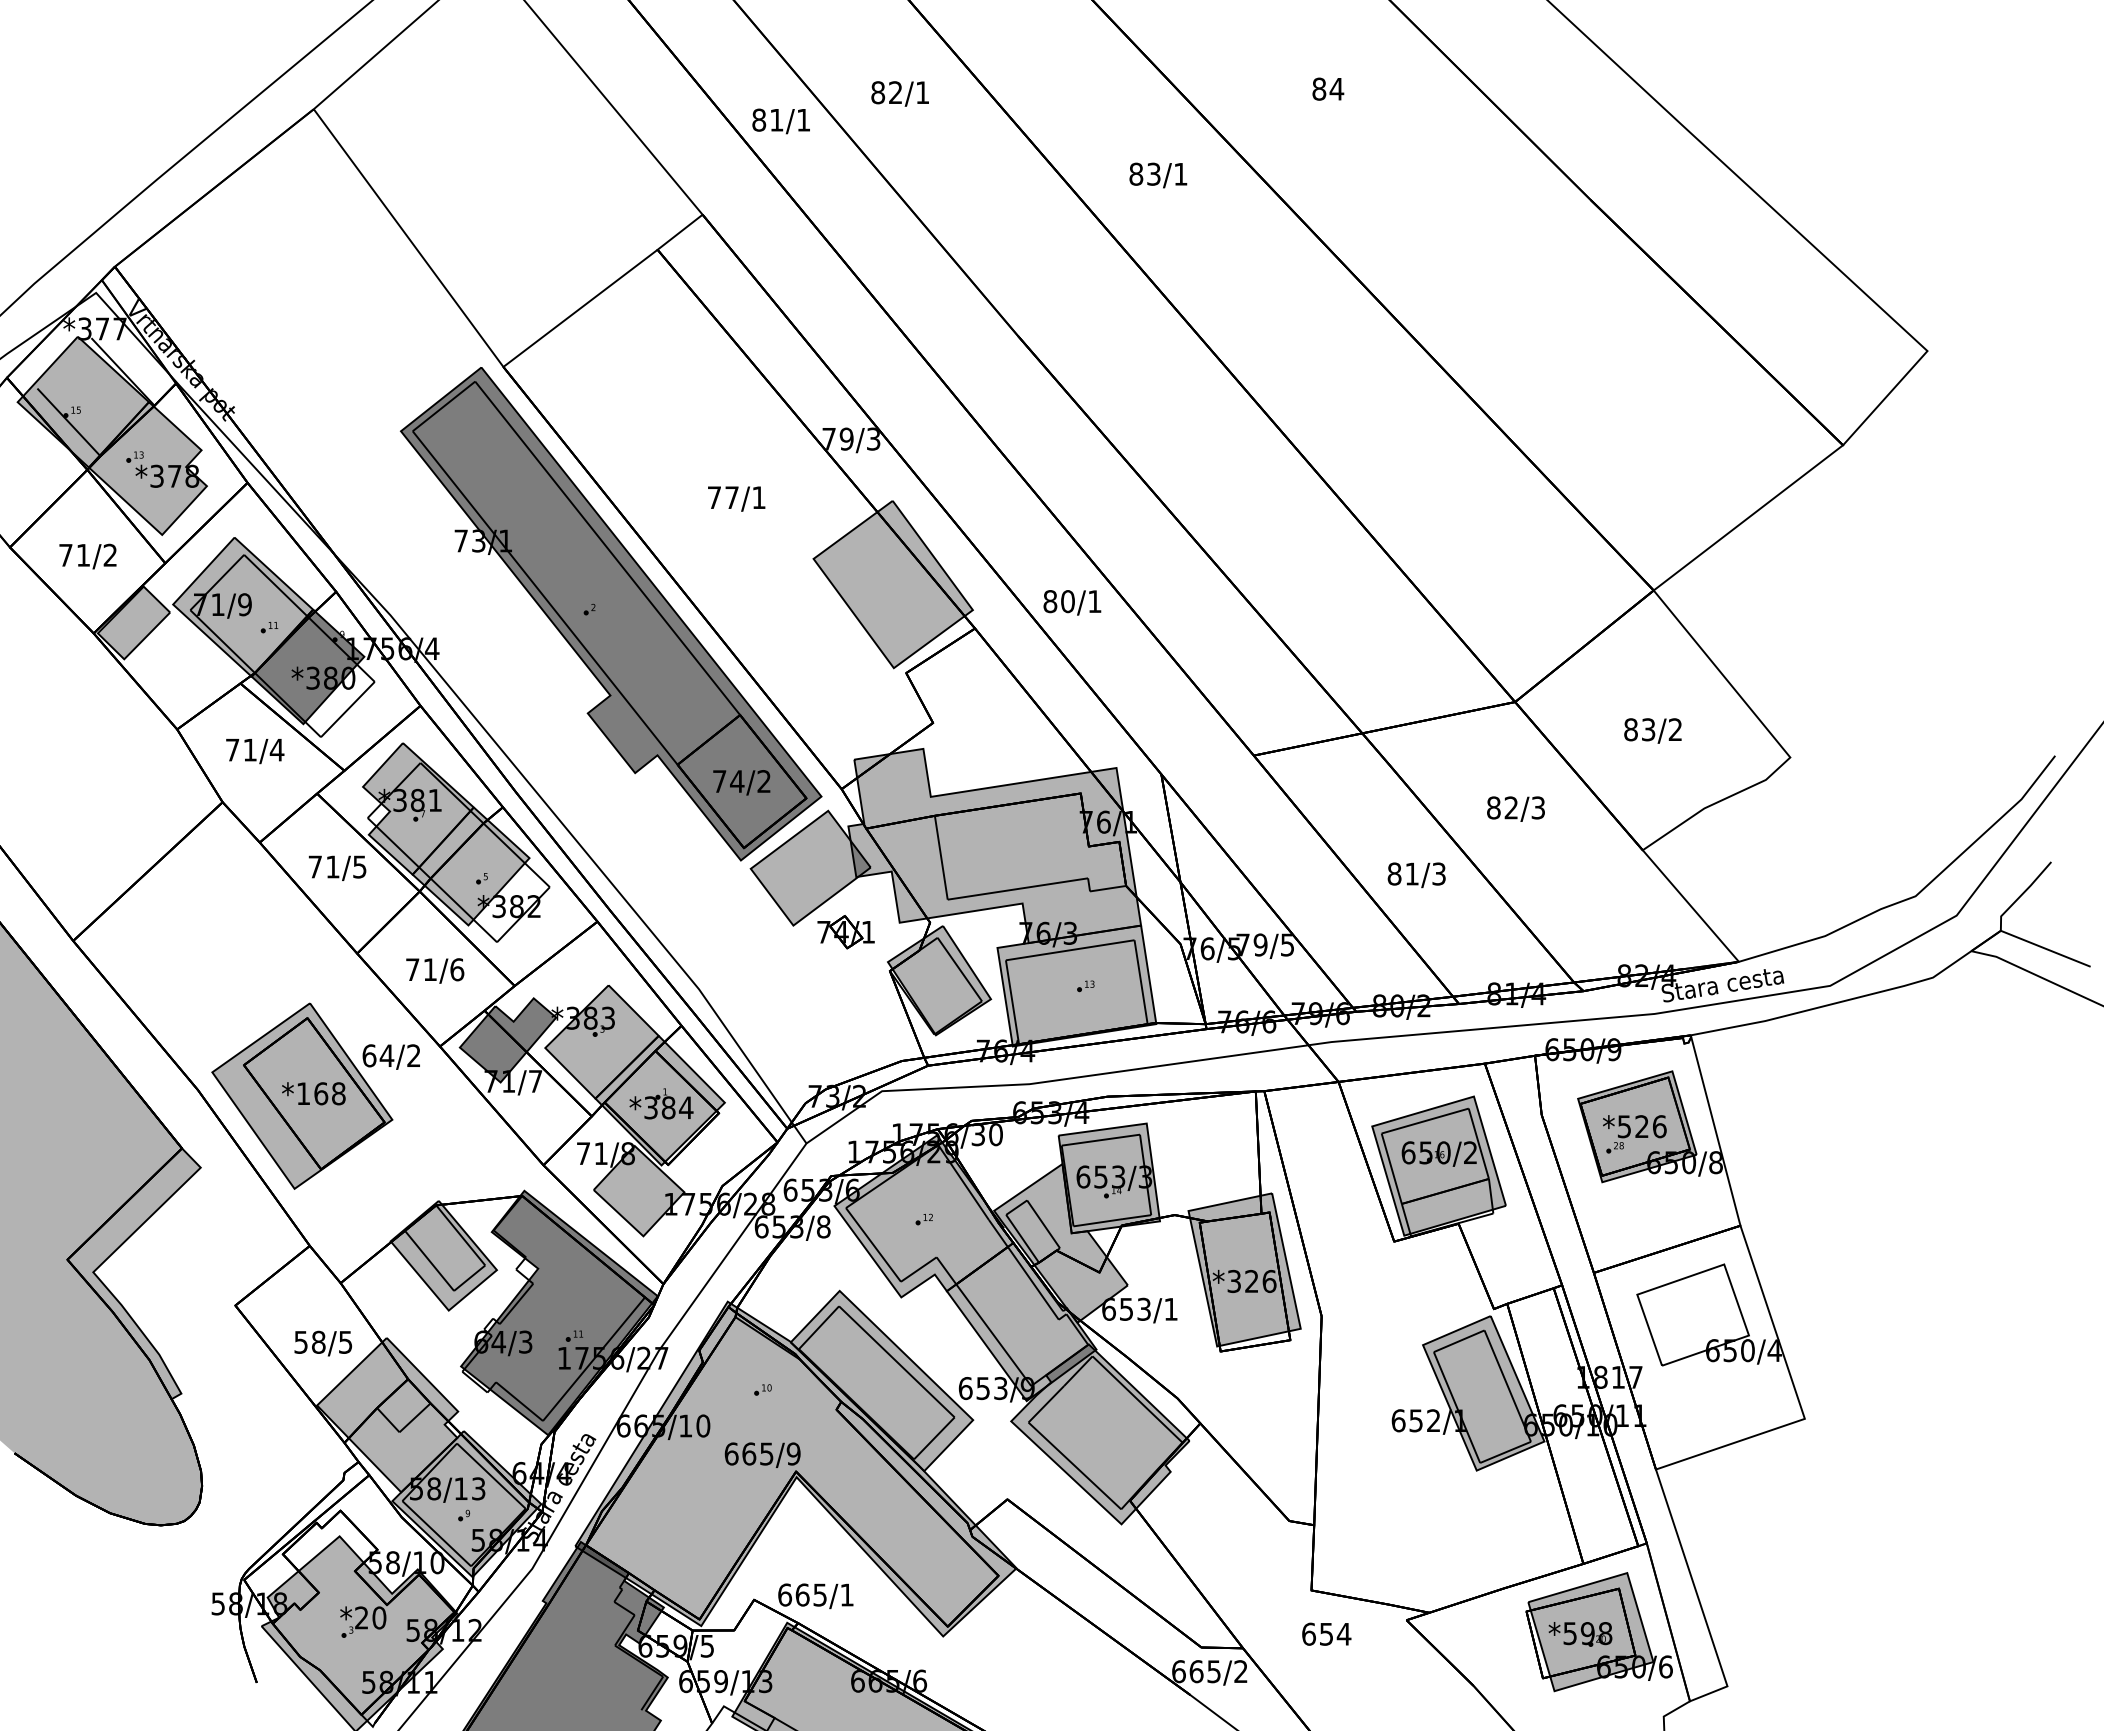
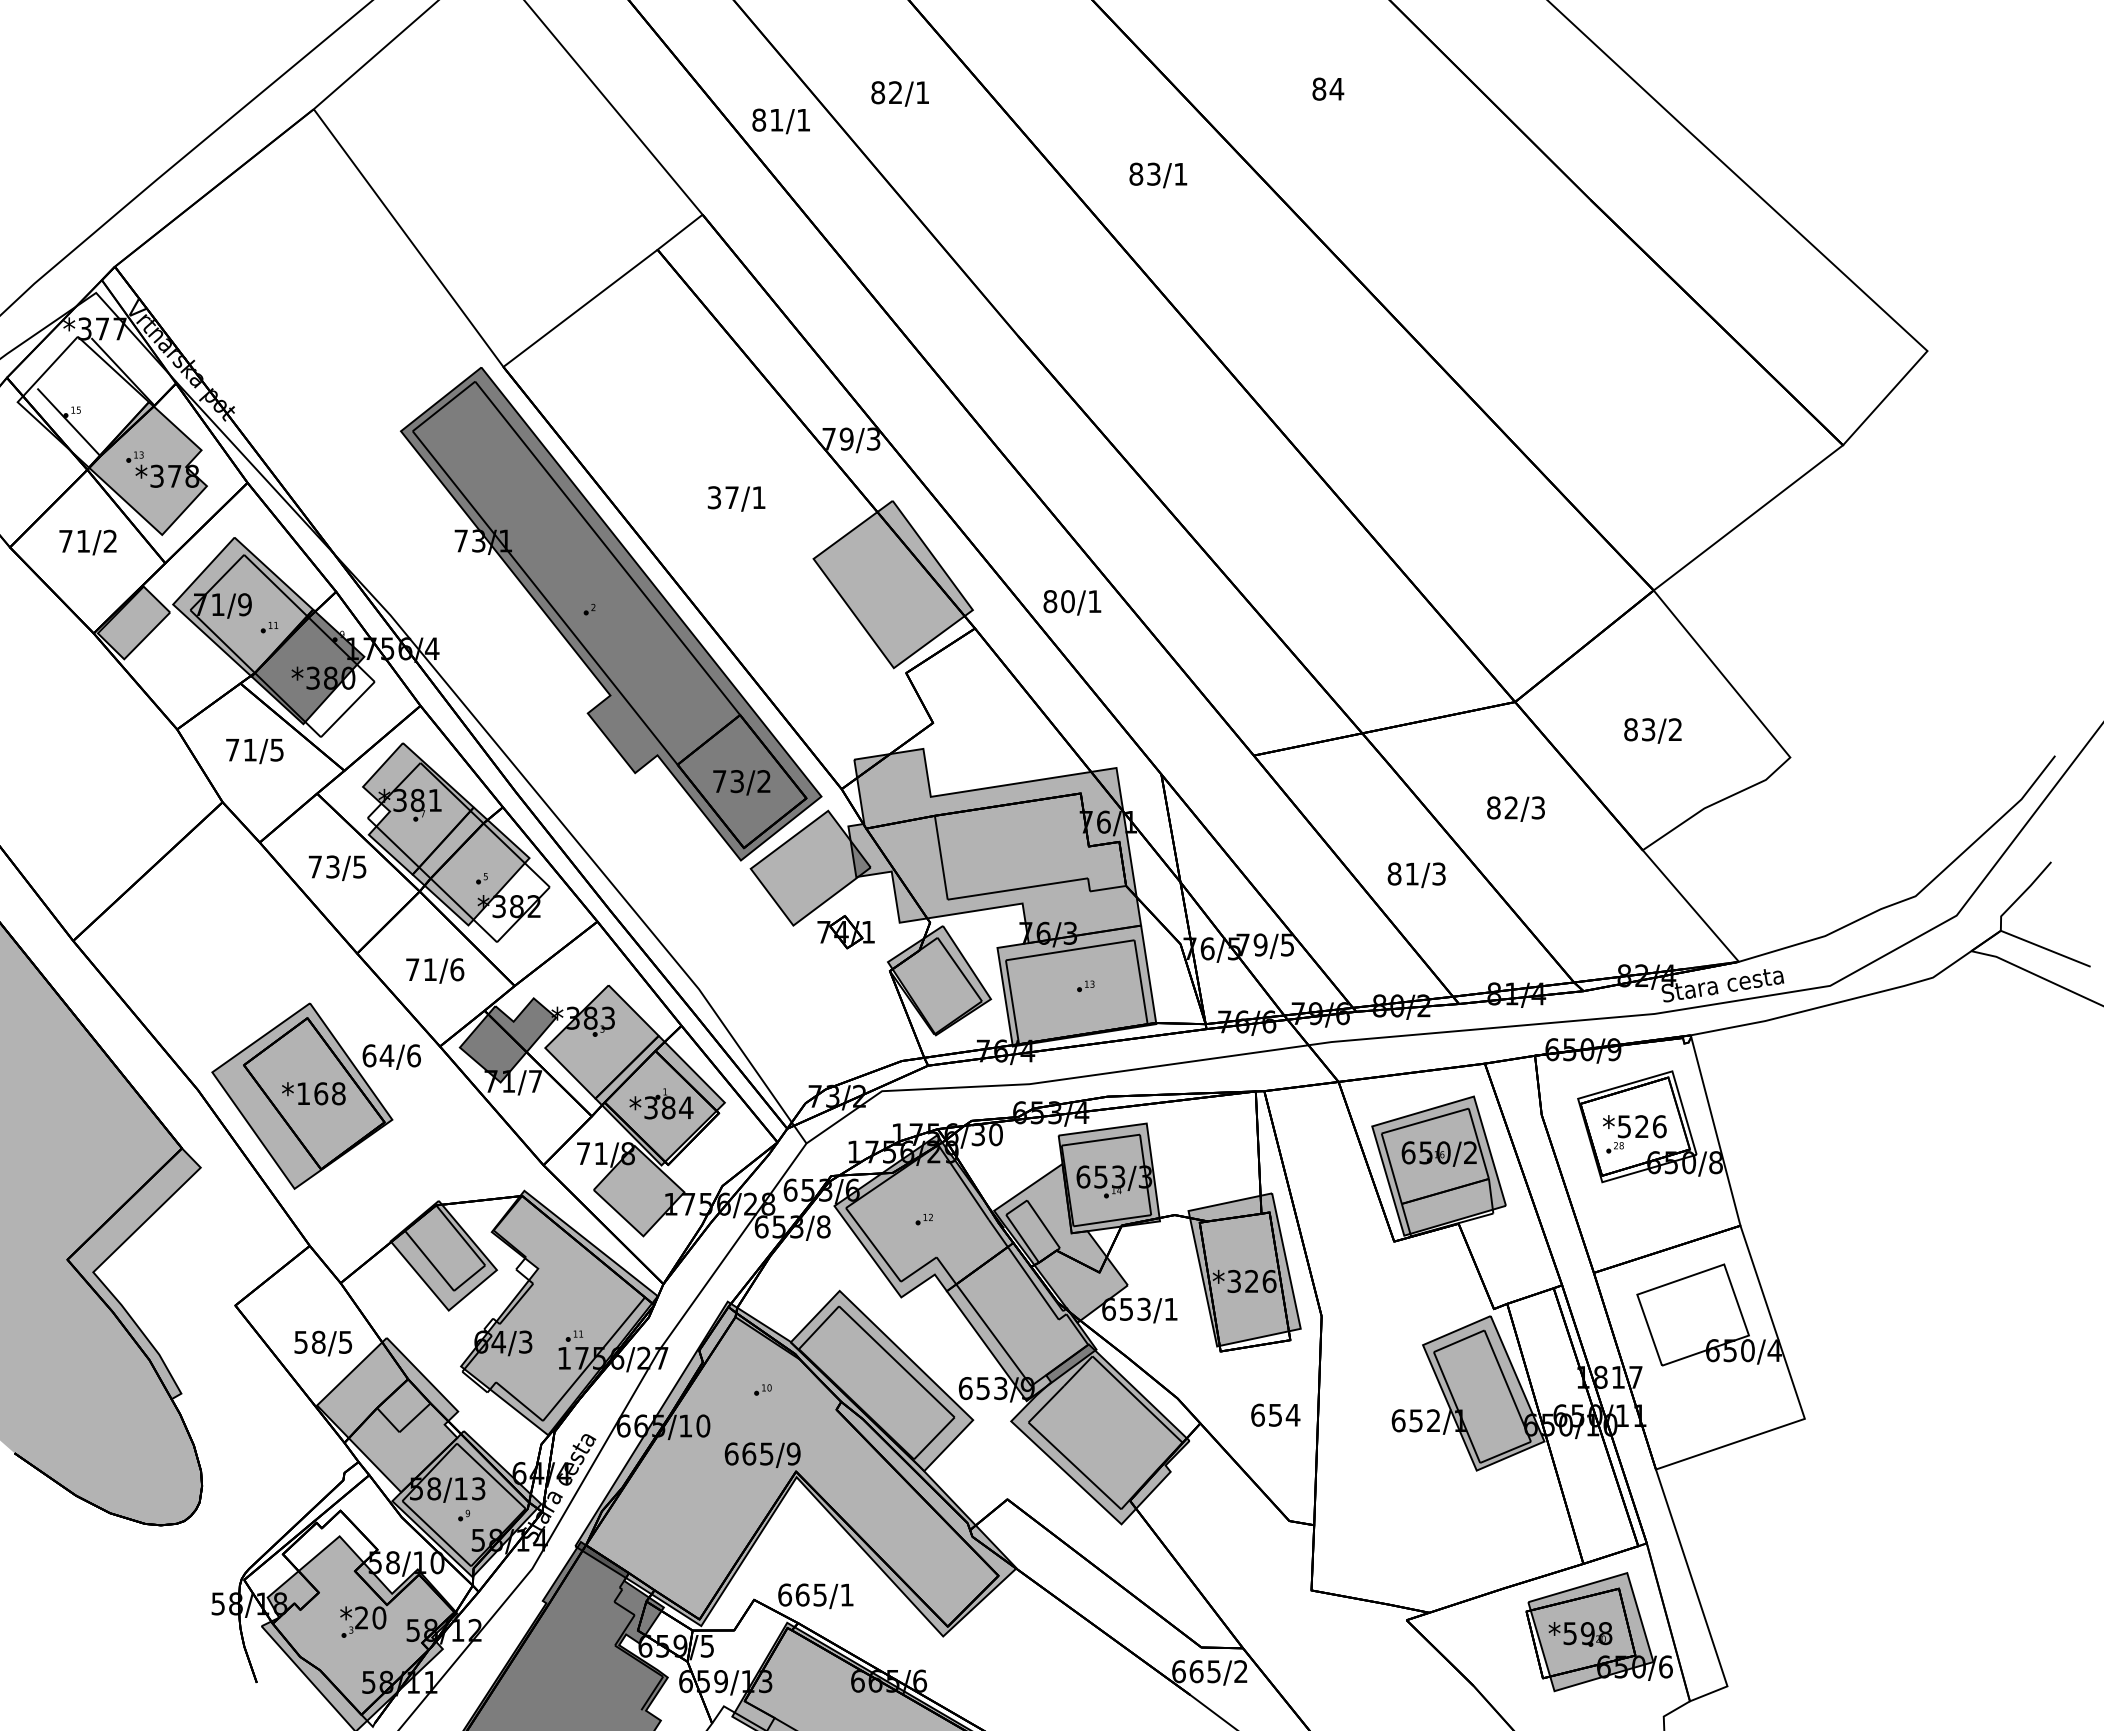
fill at (83, 401): present -> none
text at (714, 497): 77/1 -> 37/1
text at (87, 556) position: (87, 556) -> (87, 542)
text at (276, 749): 71/4 -> 71/5
text at (737, 781): 74/2 -> 73/2
text at (332, 866): 71/5 -> 73/5
text at (413, 1055): 64/2 -> 64/6
fill at (1637, 1126): present -> none
fill at (559, 1312): present -> none
text at (1326, 1633) position: (1326, 1633) -> (1275, 1414)
